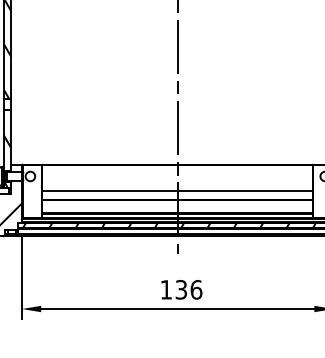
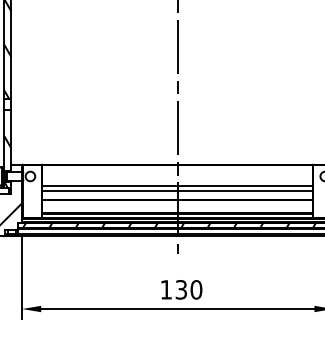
line at (177, 186): none -> present
text at (196, 289): 136 -> 130
